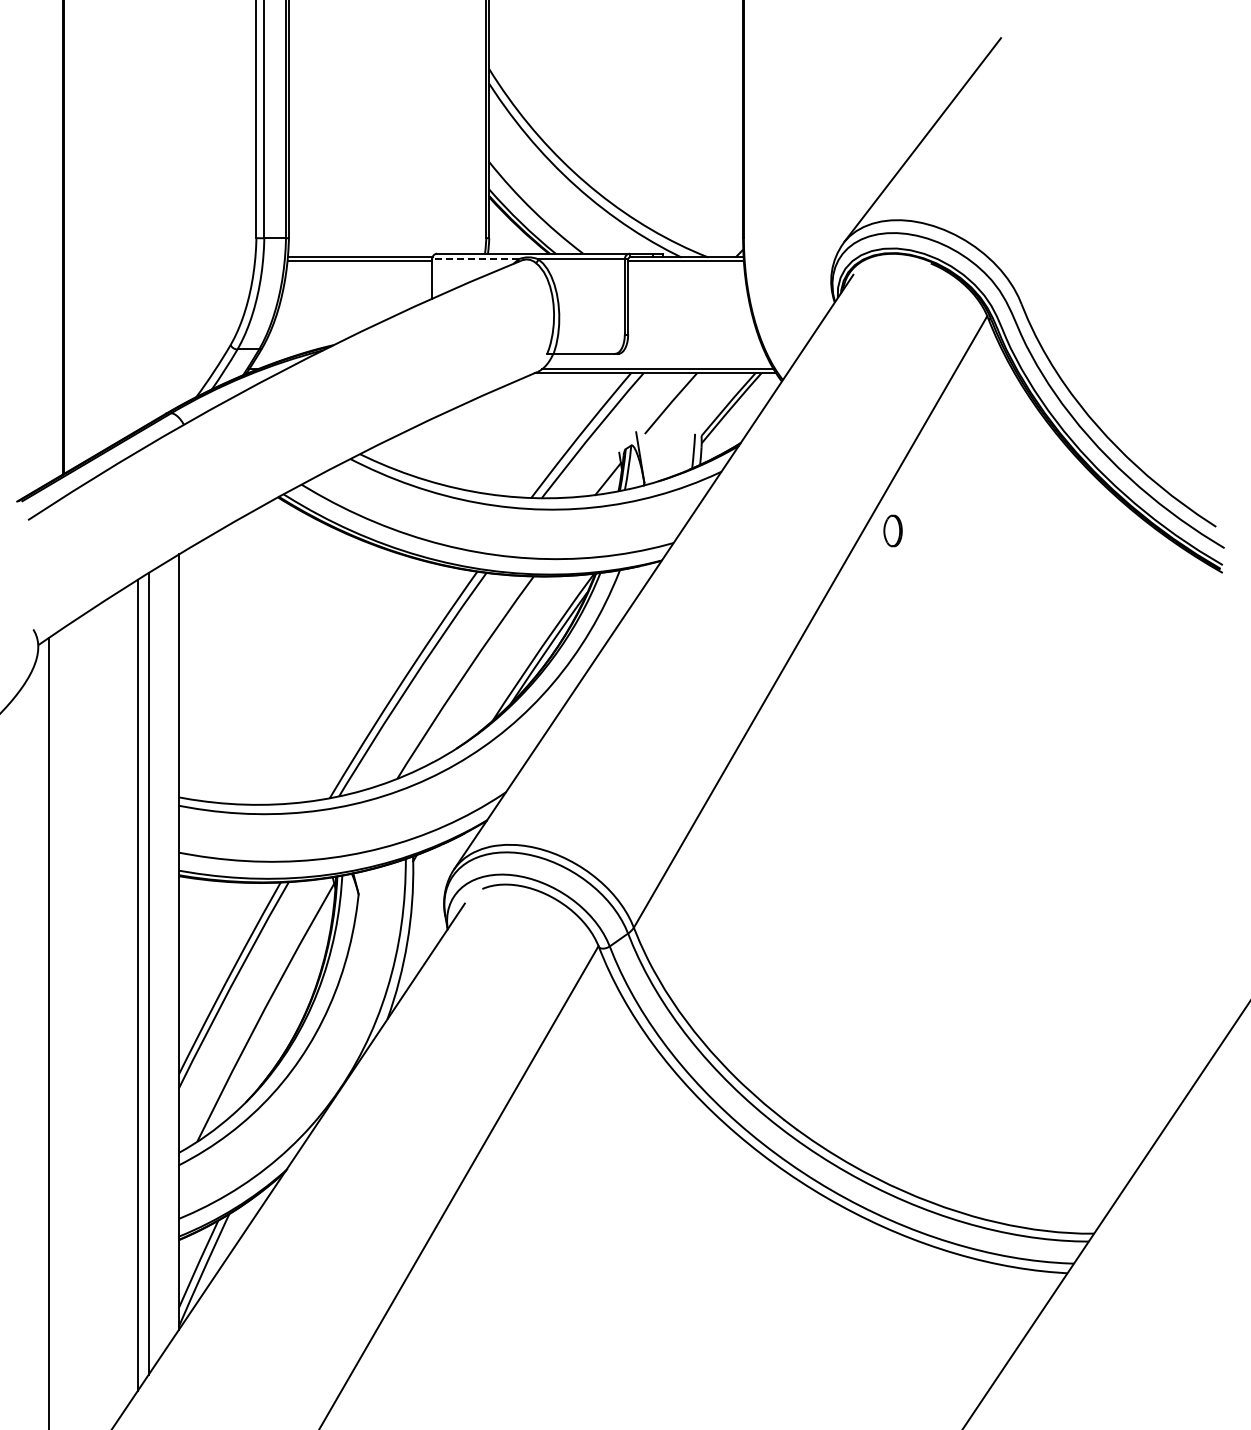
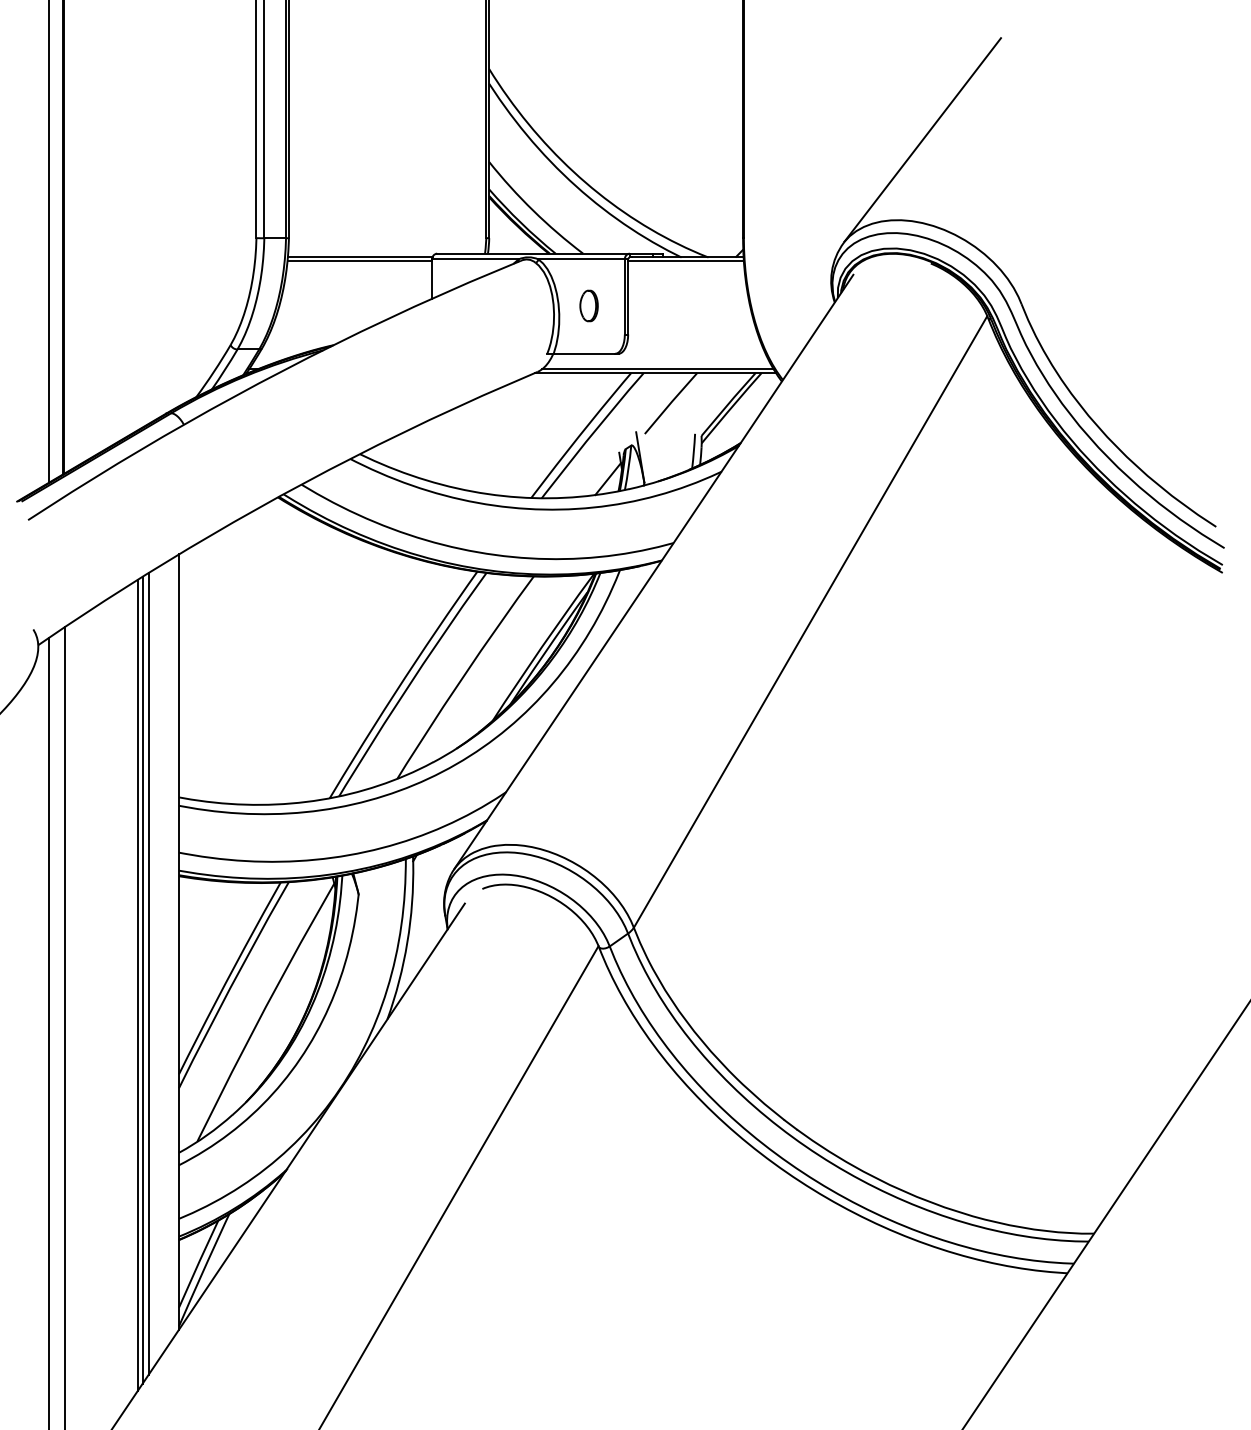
line at (49, 242): none -> present
line at (474, 259): dashed -> solid
part at (892, 530) position: (892, 530) -> (588, 305)
line at (142, 979): none -> present
line at (64, 1026): none -> present
